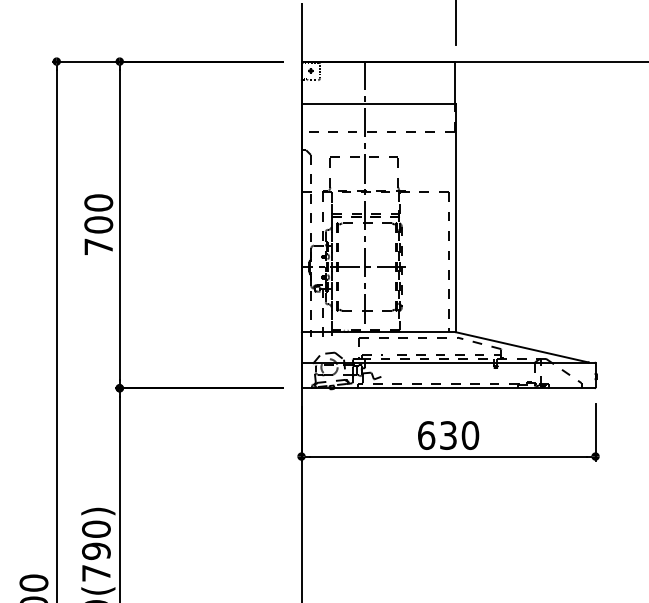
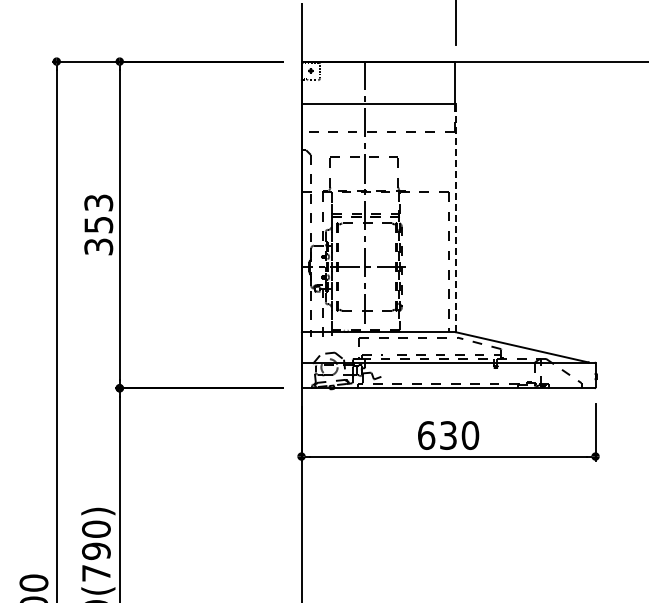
line at (455, 217): solid -> dashed
text at (98, 224): 700 -> 353
